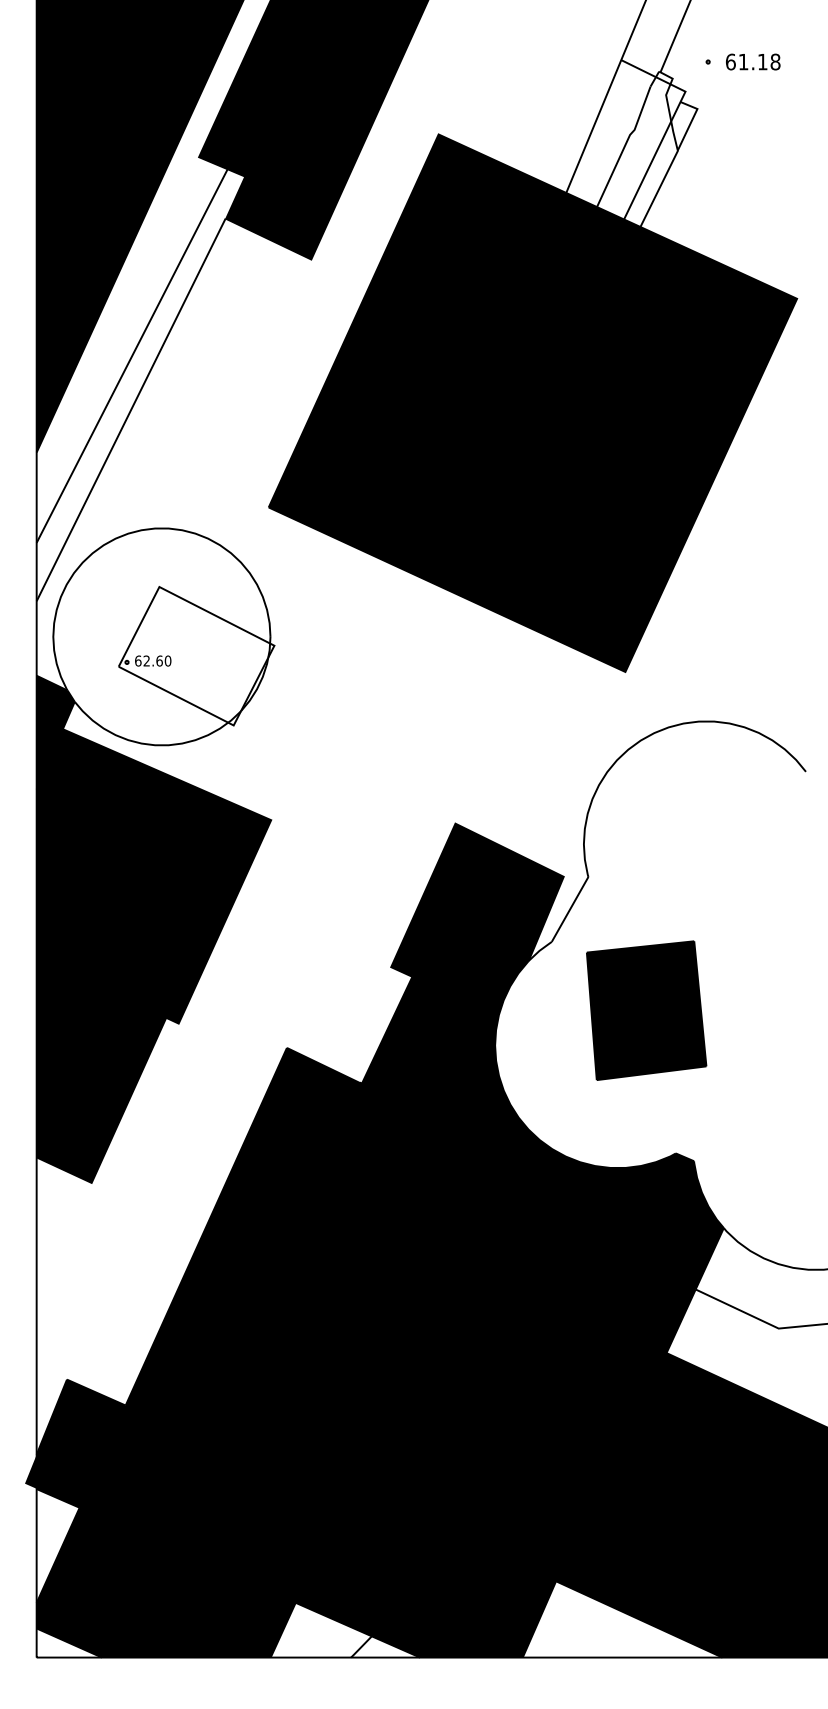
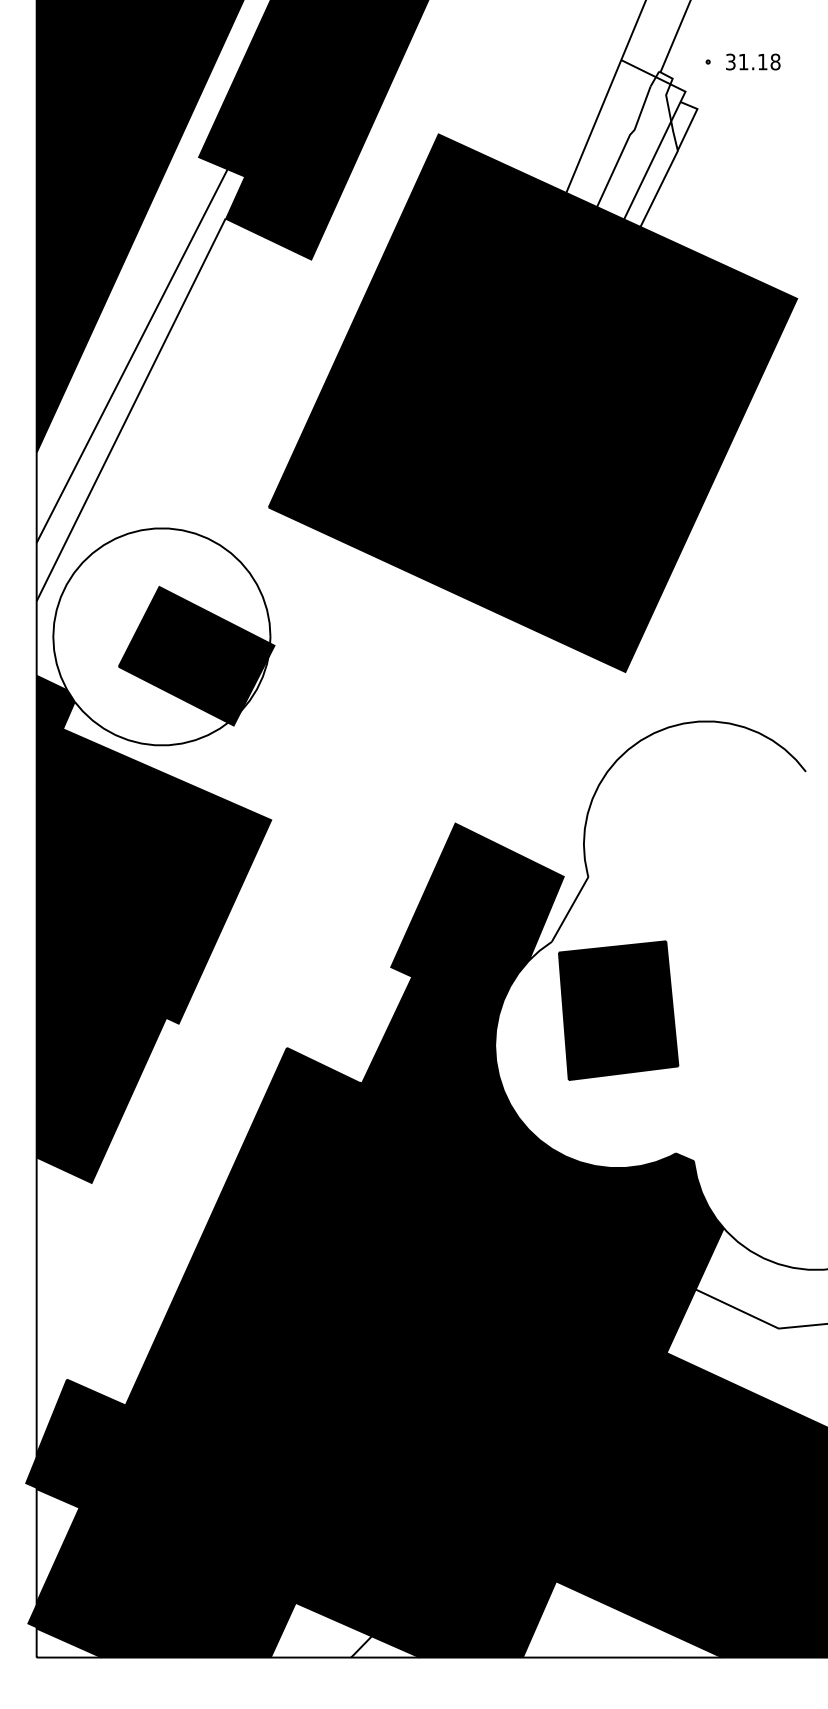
text at (730, 61): 61.18 -> 31.18
fill at (196, 655): none -> present
part at (646, 1010) position: (646, 1010) -> (618, 1010)
fill at (31, 1615): none -> present
